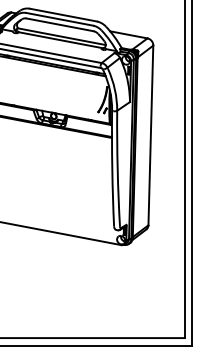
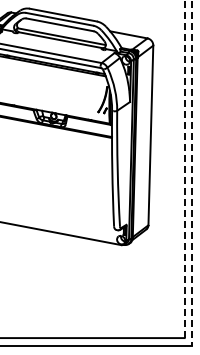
line at (184, 169): solid -> dashed
line at (192, 172): solid -> dashed
